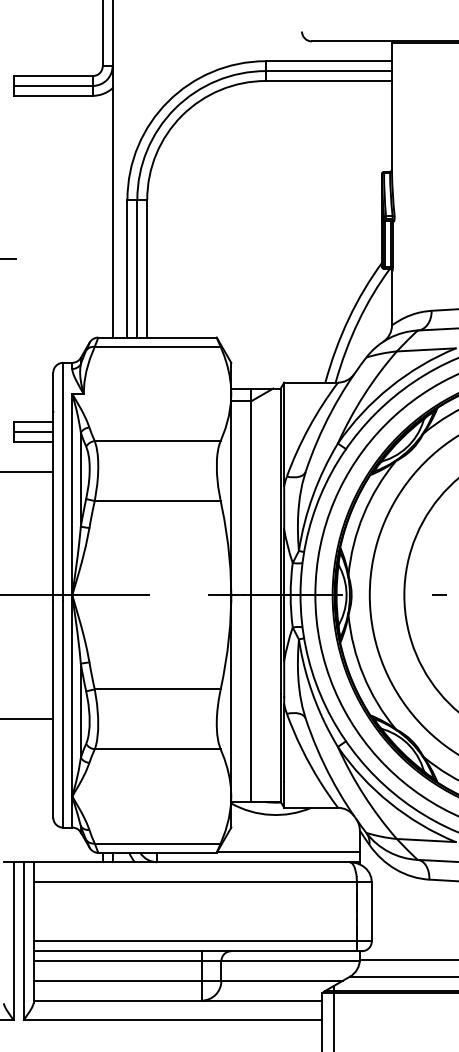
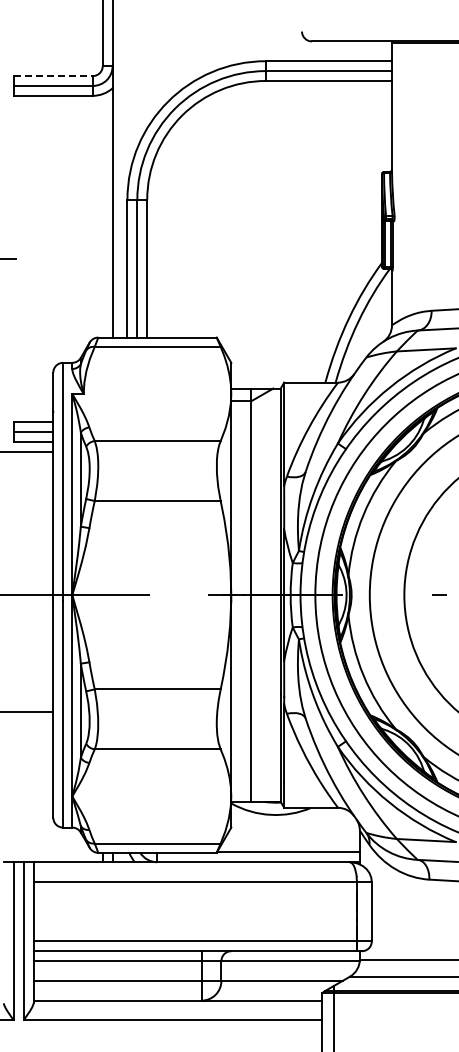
line at (53, 76): solid -> dashed
line at (27, 471) position: (27, 471) -> (27, 451)
line at (27, 718) position: (27, 718) -> (27, 711)
